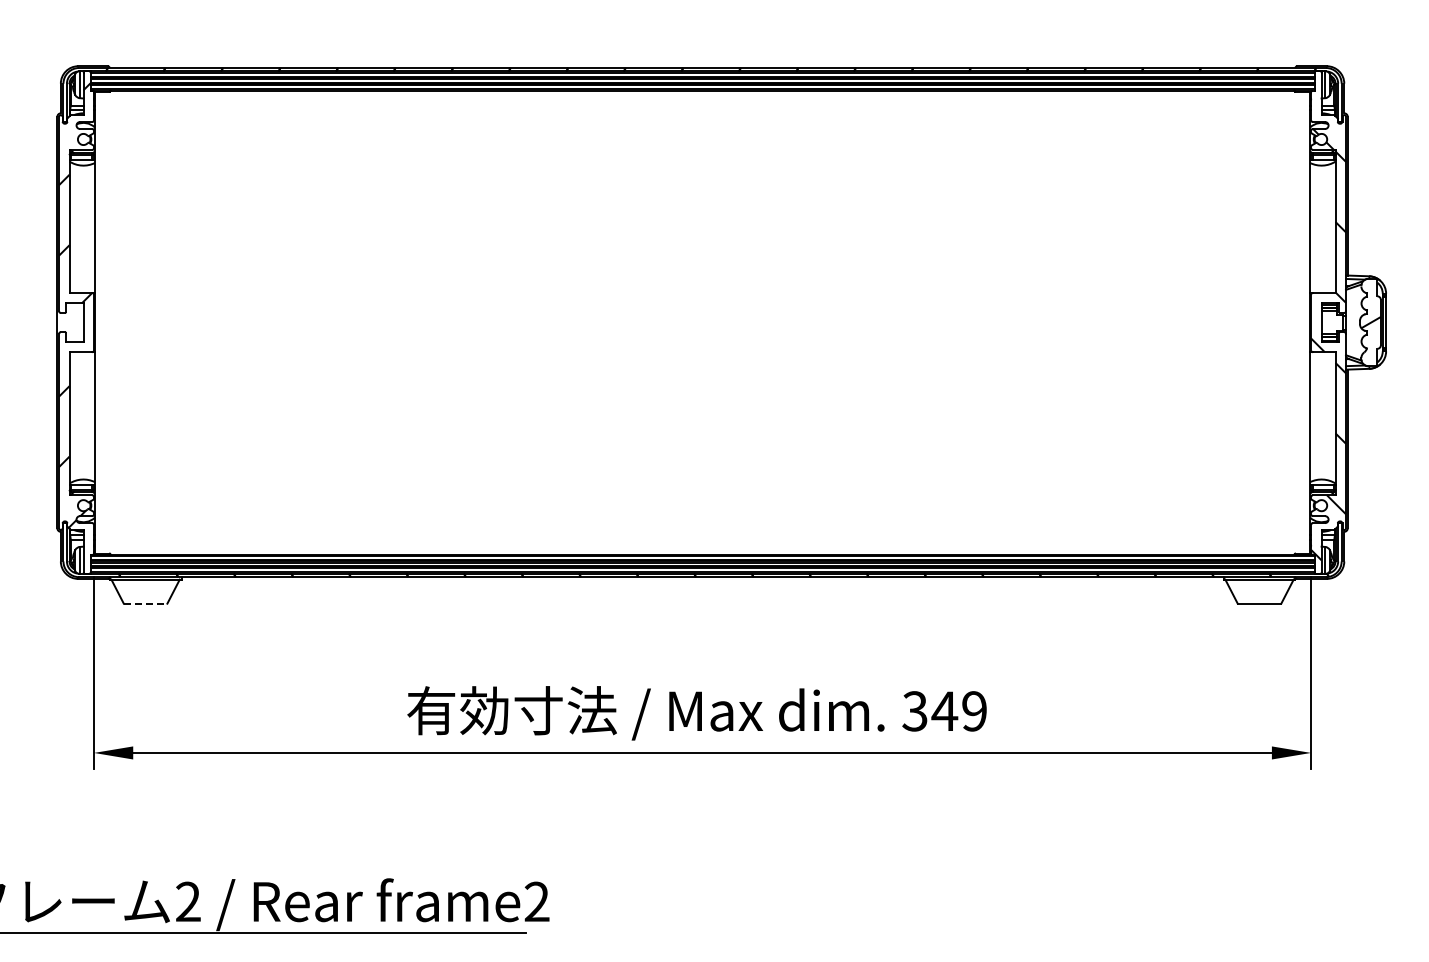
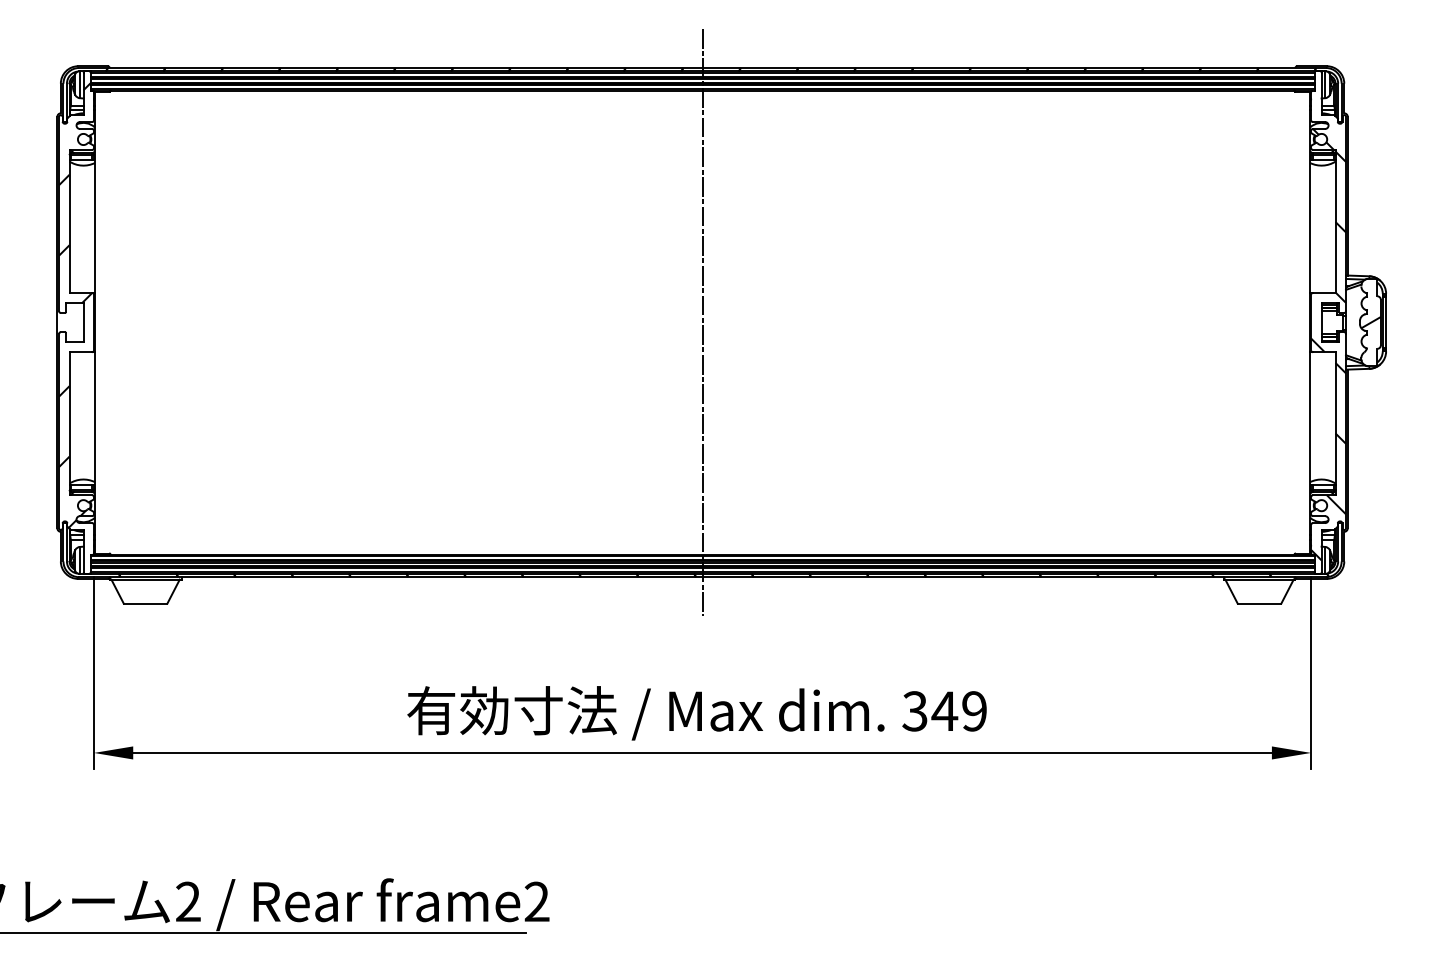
line at (702, 322): none -> present
line at (145, 603): dashed -> solid
